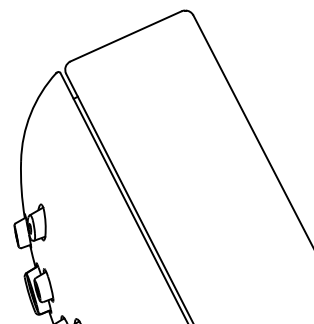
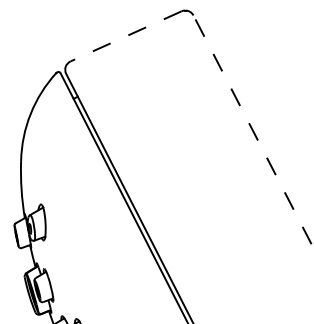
line at (126, 36): solid -> dashed
line at (253, 131): solid -> dashed
